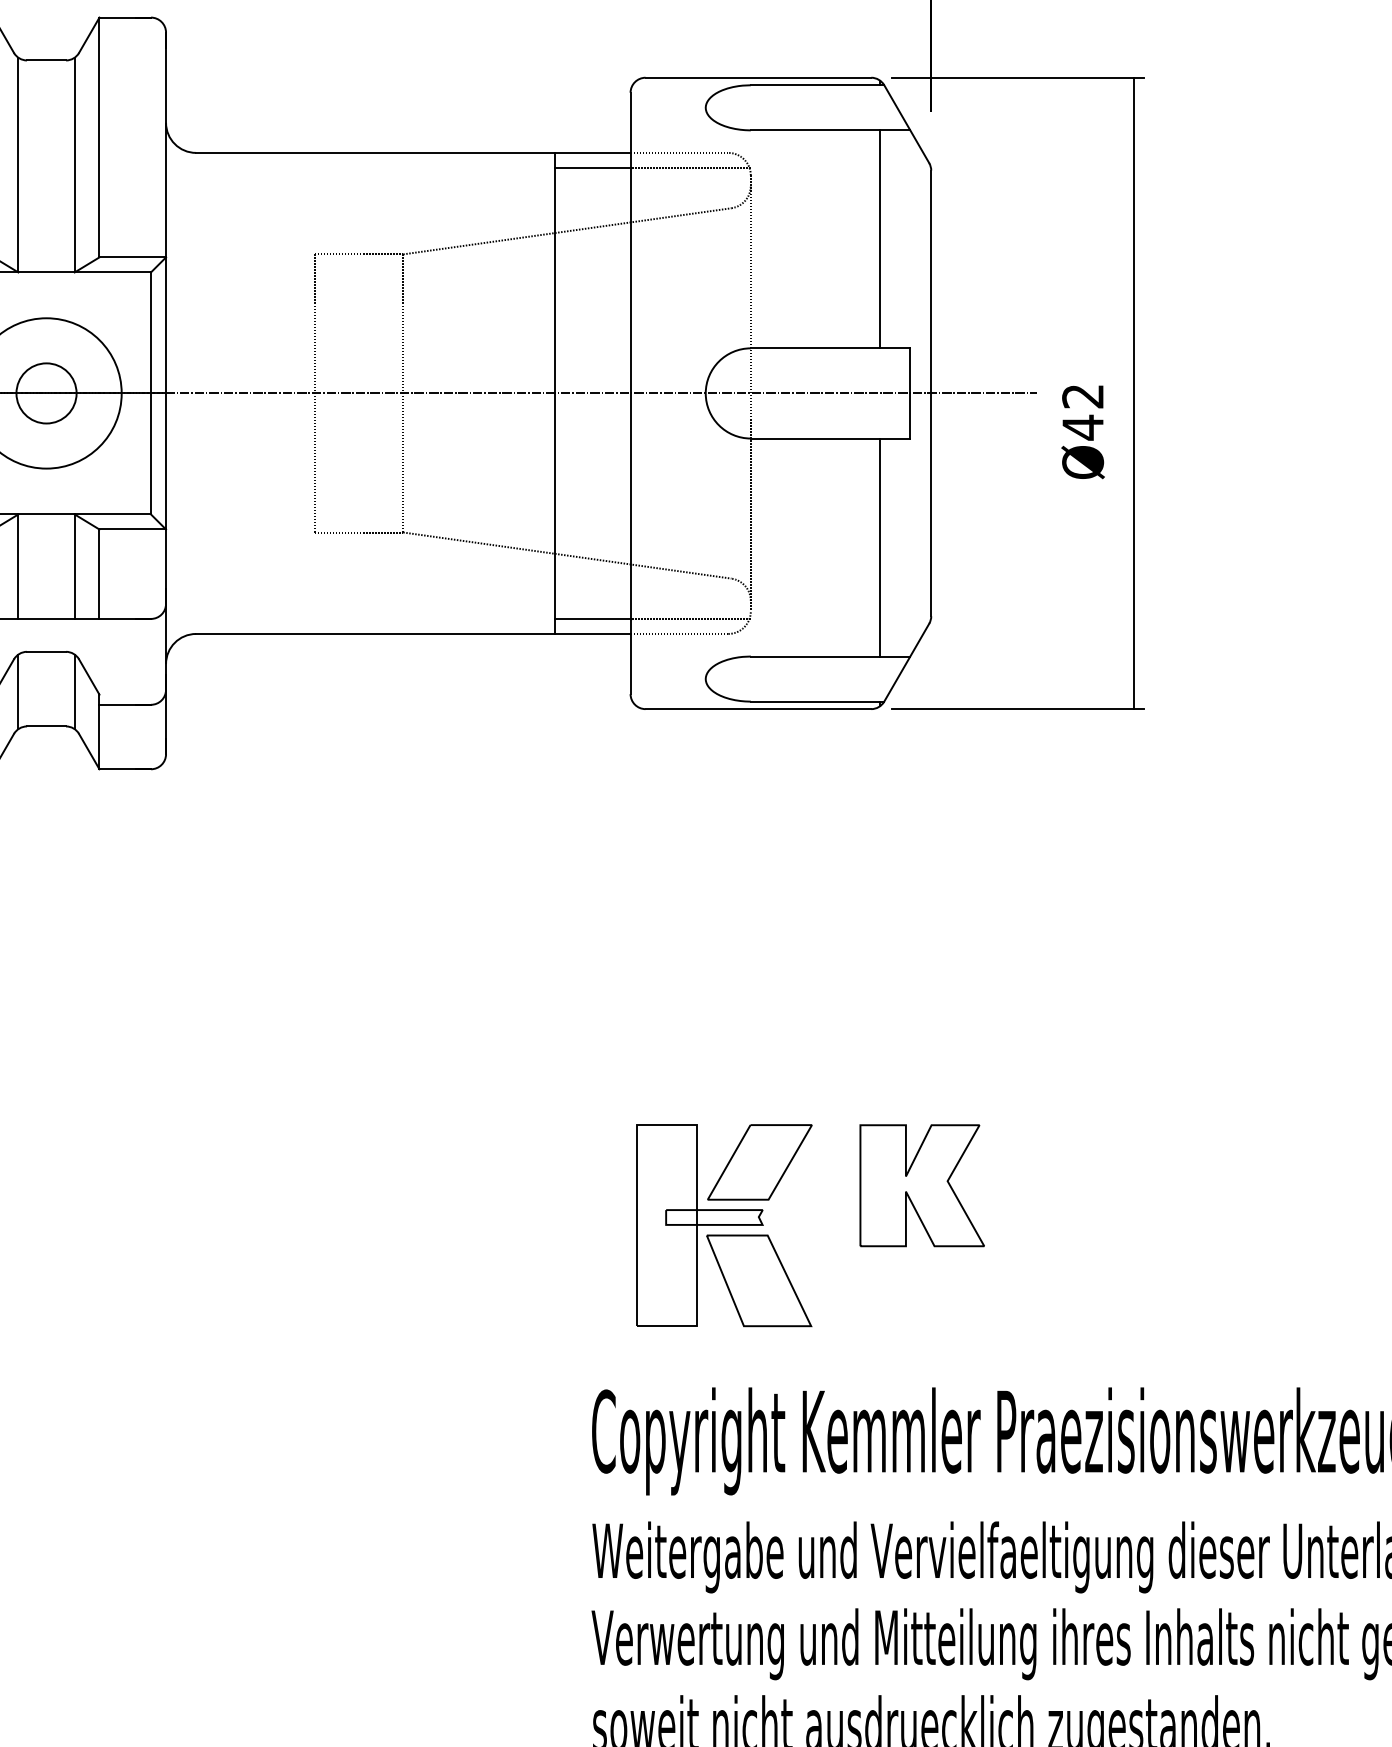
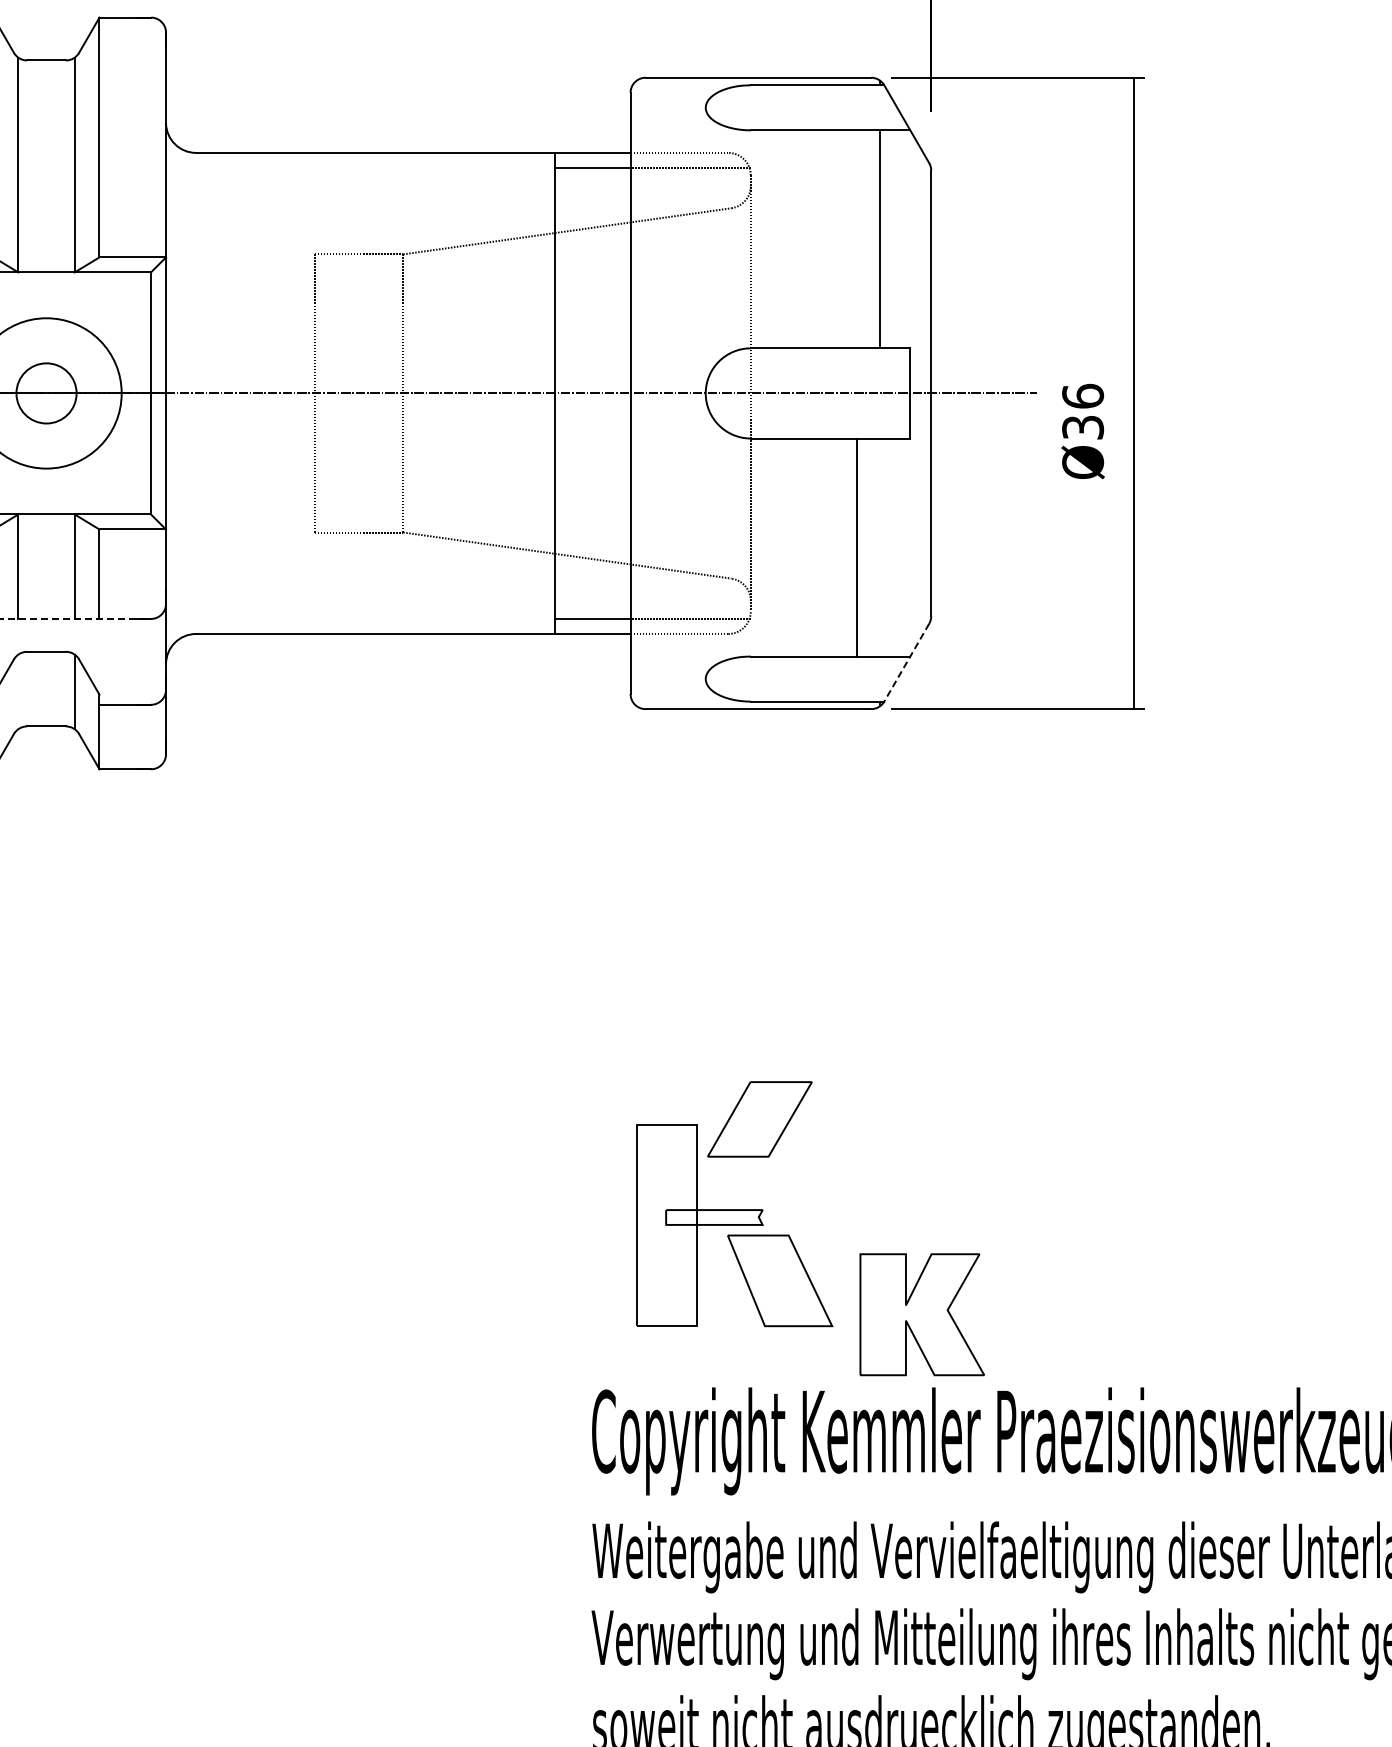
text at (1083, 411): Ø42 -> Ø36
line at (879, 547) position: (879, 547) -> (856, 547)
line at (76, 618): solid -> dashed
line at (906, 662): solid -> dashed
line at (18, 691): present -> none
part at (759, 1162) position: (759, 1162) -> (759, 1119)
part at (921, 1185) position: (921, 1185) -> (921, 1314)
part at (759, 1280) position: (759, 1280) -> (780, 1280)
